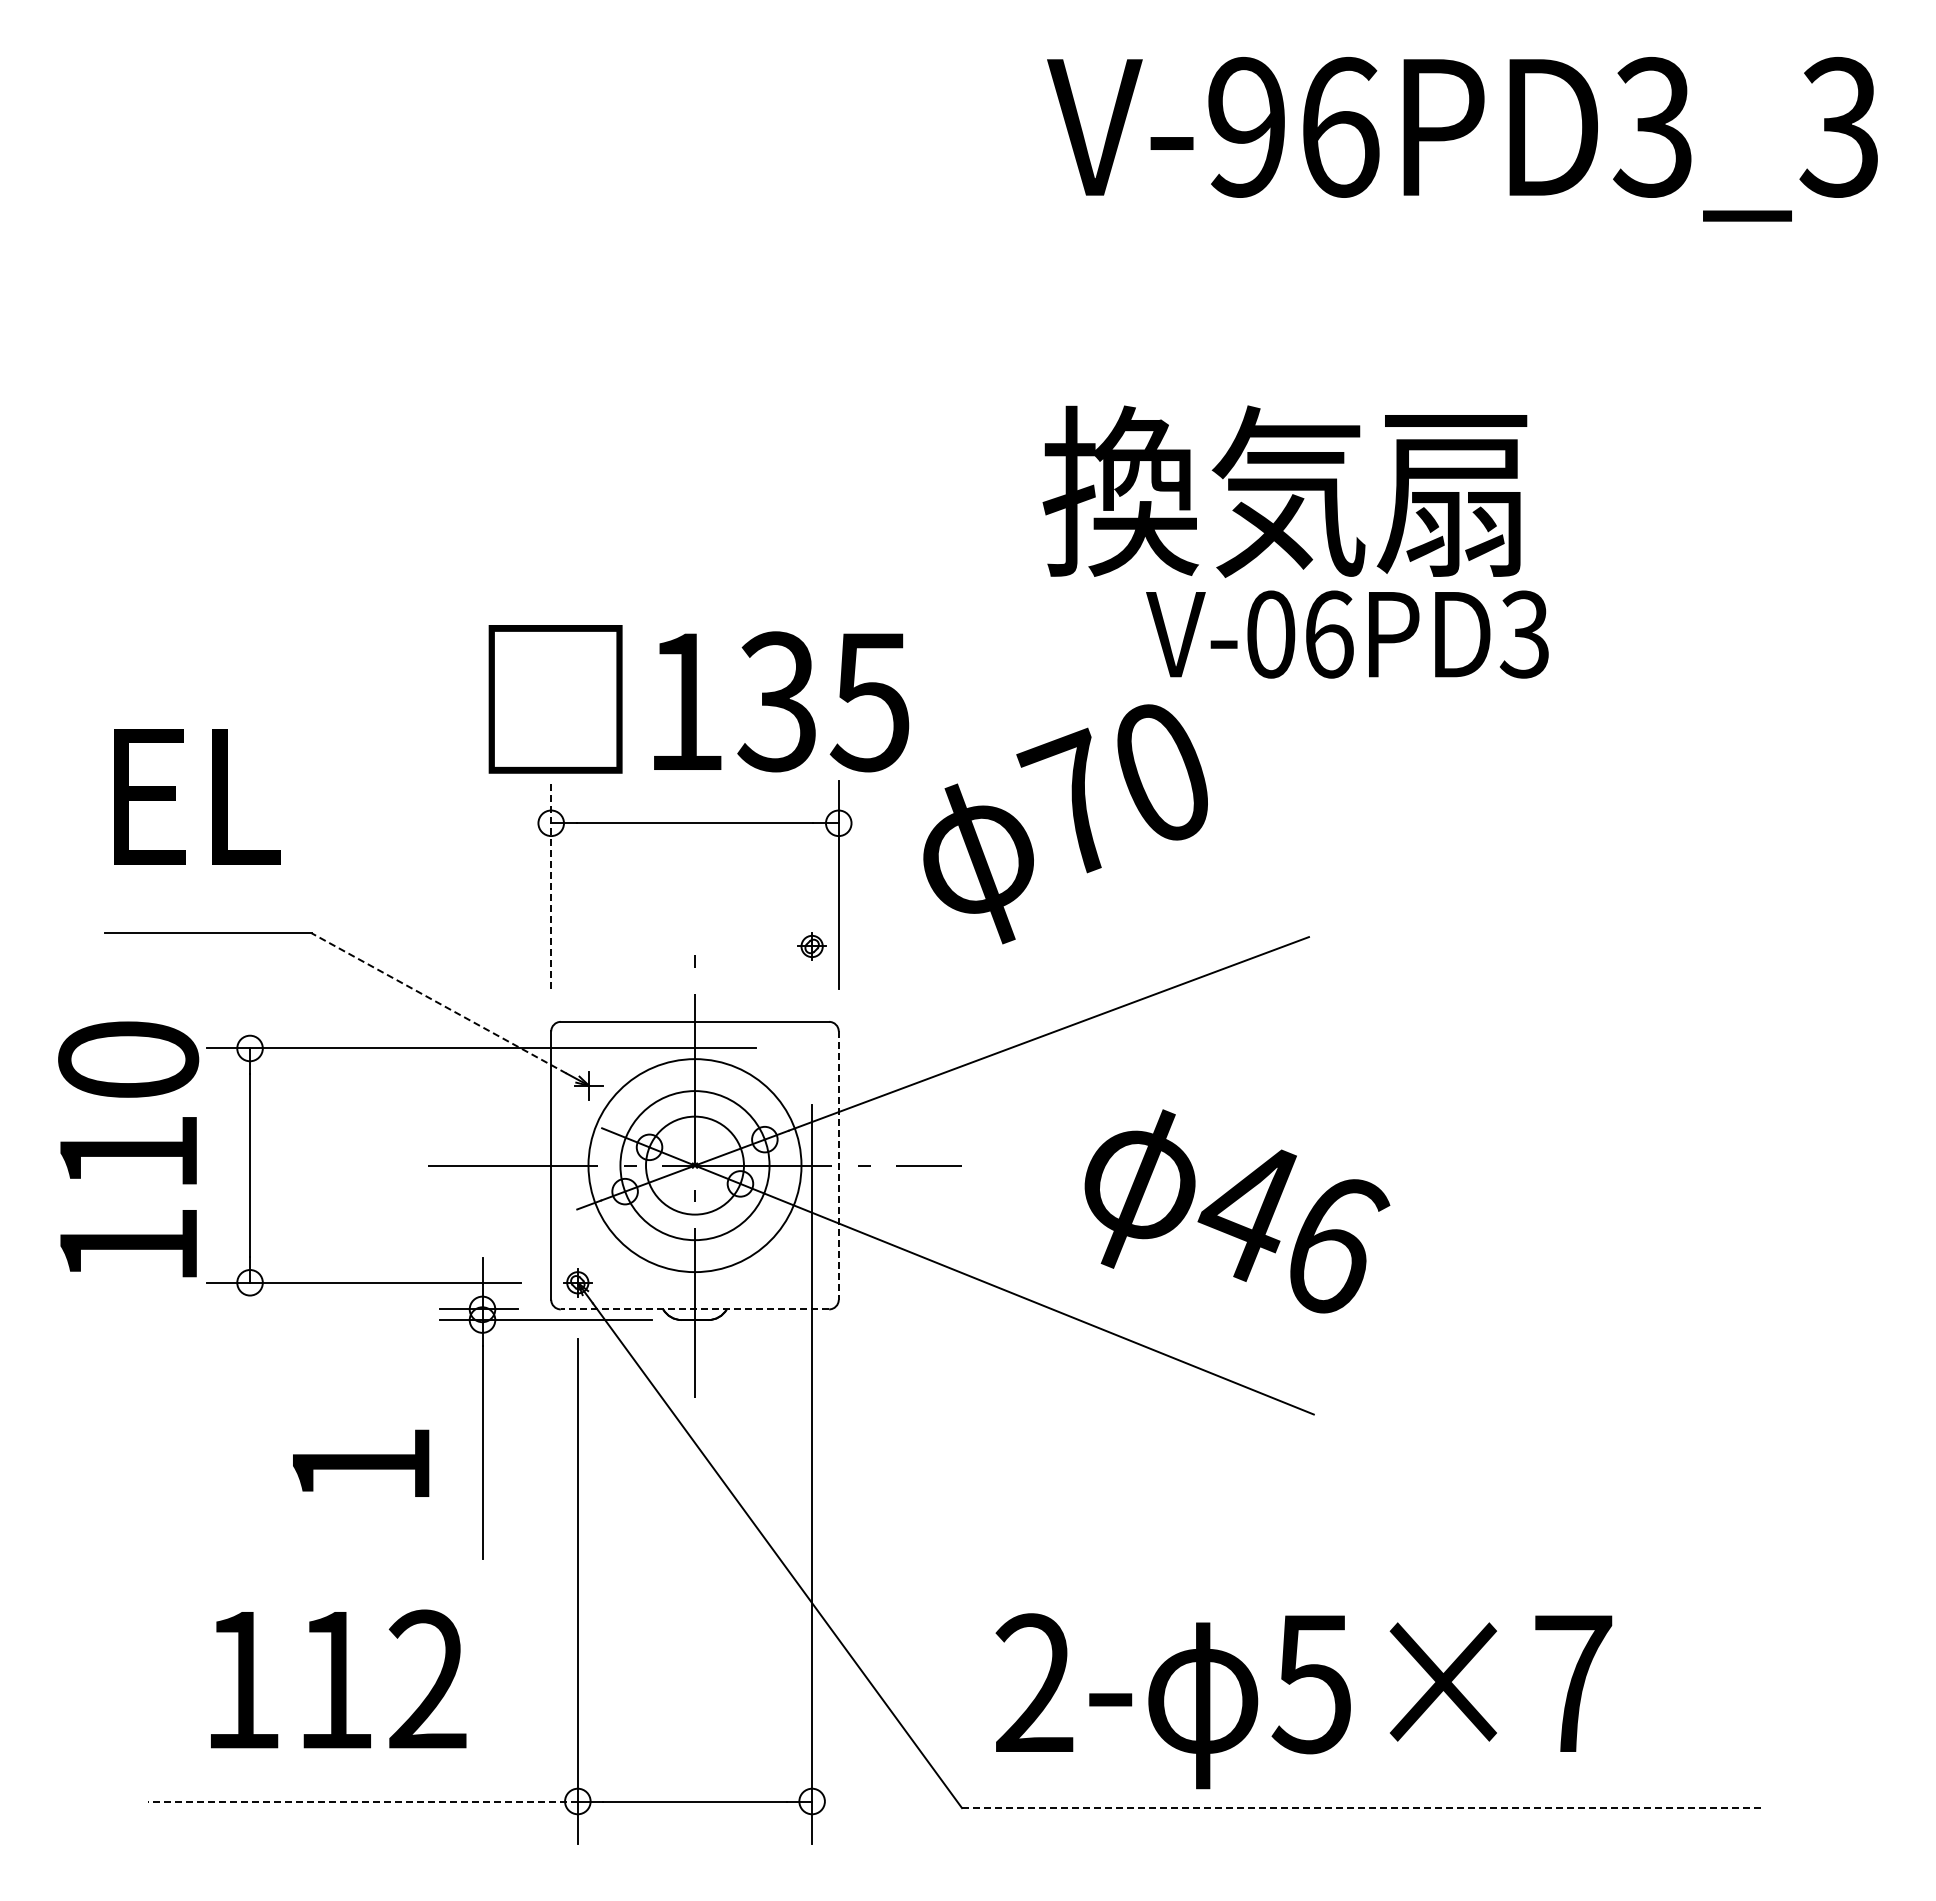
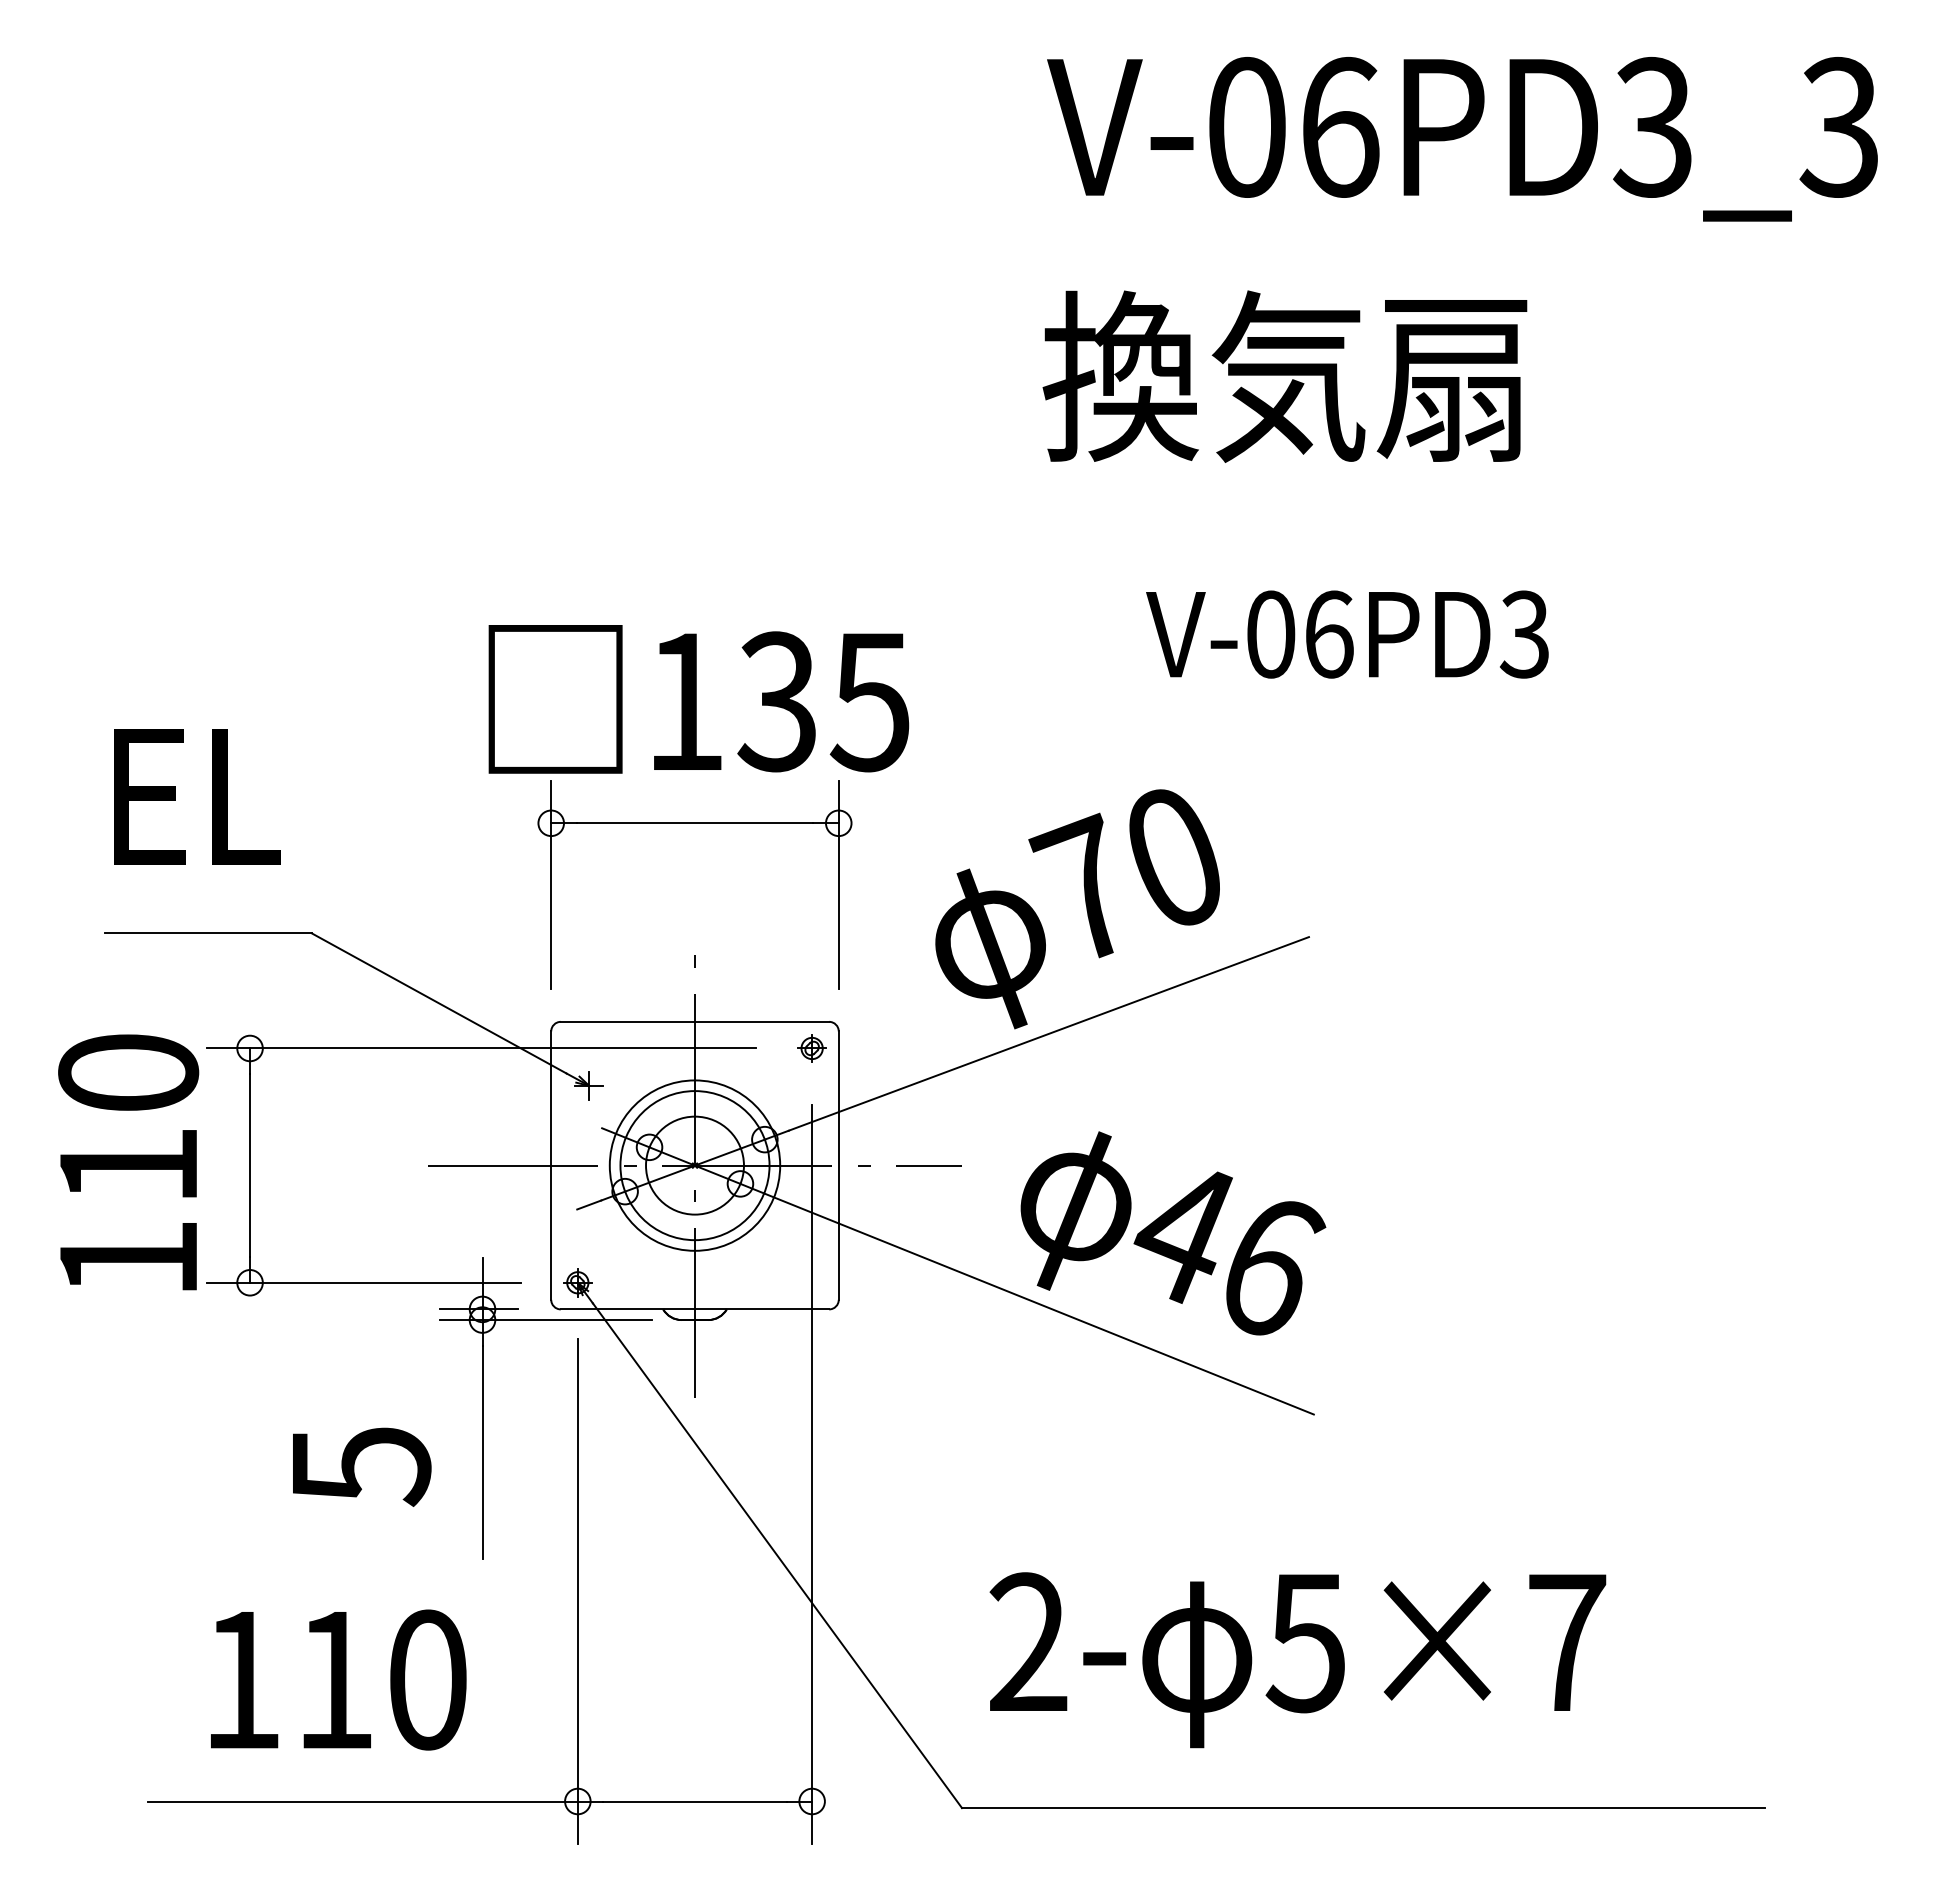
text at (1246, 126): V-96PD3_3 -> V-06PD3_3
text at (1284, 491) position: (1284, 491) -> (1284, 376)
text at (1065, 824) position: (1065, 824) -> (1077, 909)
line at (551, 884): dashed -> solid
part at (811, 946) position: (811, 946) -> (811, 1048)
line at (438, 1003): dashed -> solid
text at (128, 1149) position: (128, 1149) -> (128, 1162)
circle at (694, 1165) diameter: 213 px -> 170 px
line at (838, 1166): dashed -> solid
text at (1237, 1211) position: (1237, 1211) -> (1173, 1233)
line at (694, 1309): dashed -> solid
text at (362, 1466): 1 -> 5
text at (427, 1679): 112 -> 110
text at (1303, 1701) position: (1303, 1701) -> (1297, 1660)
line at (362, 1801): dashed -> solid
line at (1363, 1808): dashed -> solid
